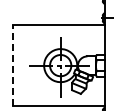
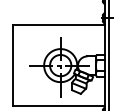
line at (108, 54): none -> present
line at (13, 65): dashed -> solid
